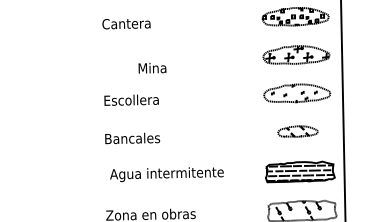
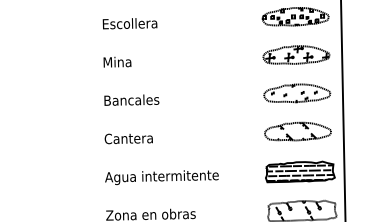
text at (129, 23): Cantera -> Escollera
text at (152, 67) position: (152, 67) -> (117, 61)
text at (133, 99): Escollera -> Bancales
part at (297, 131) size: 42x13 px -> 68x21 px
text at (132, 138): Bancales -> Cantera
text at (166, 174) position: (166, 174) -> (161, 177)
